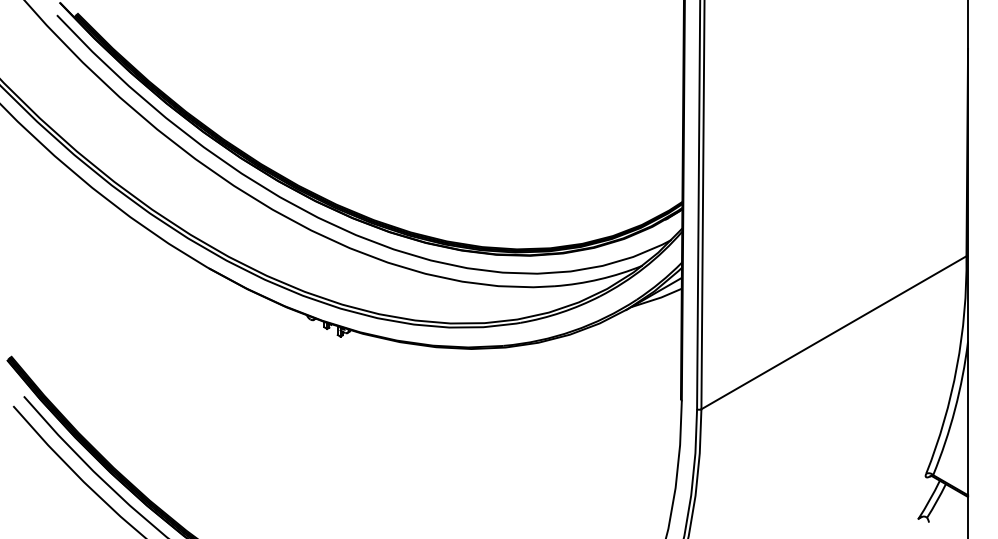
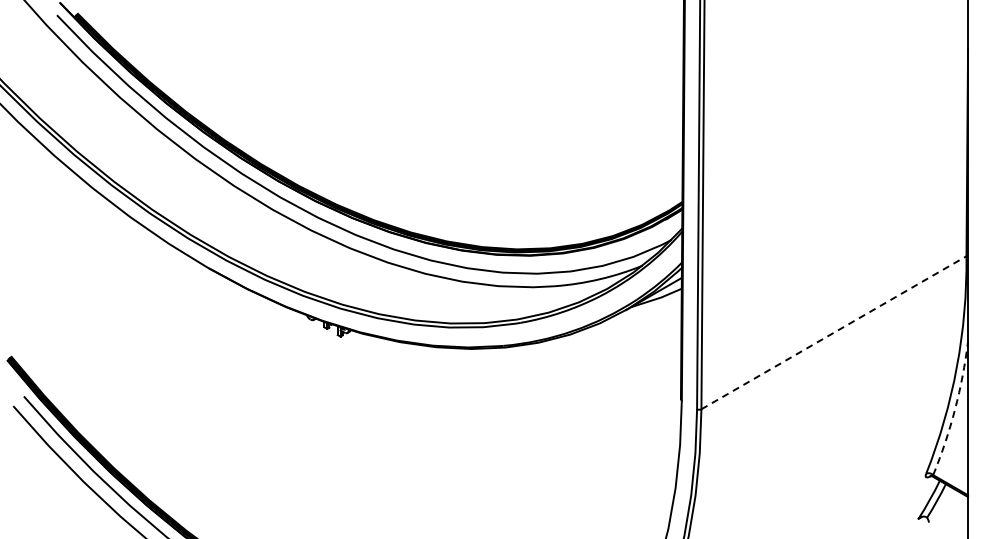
line at (834, 332): solid -> dashed
arc at (955, 409): solid -> dashed
